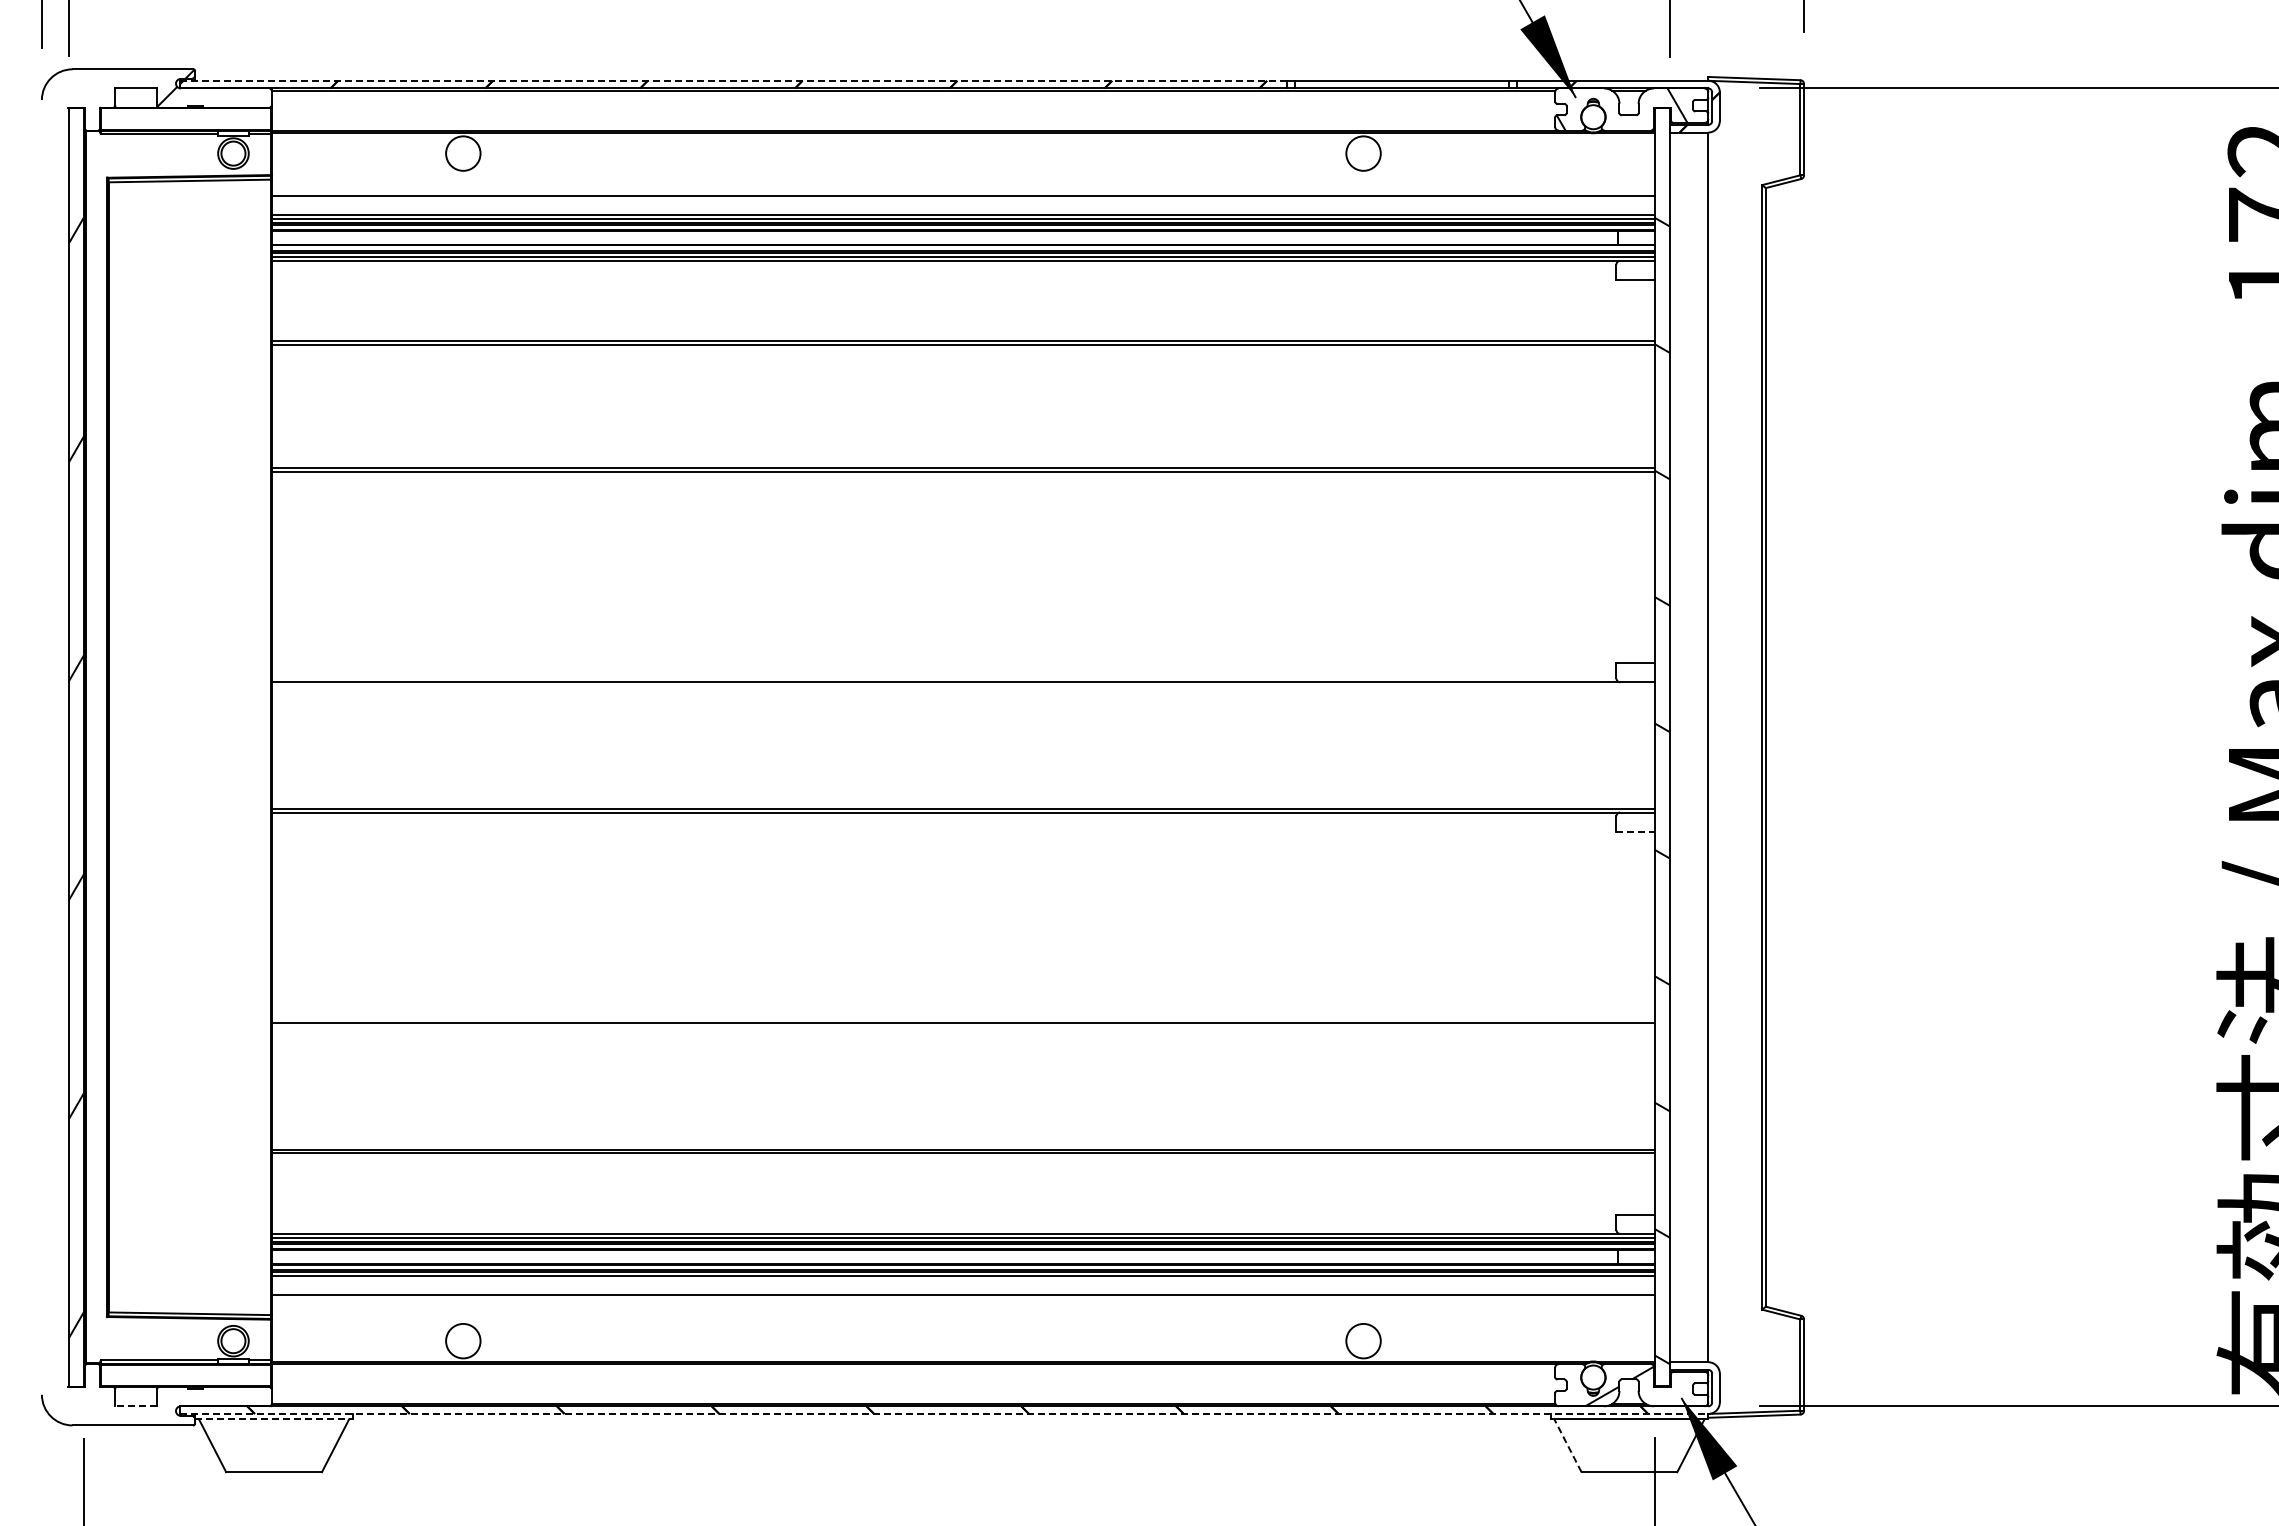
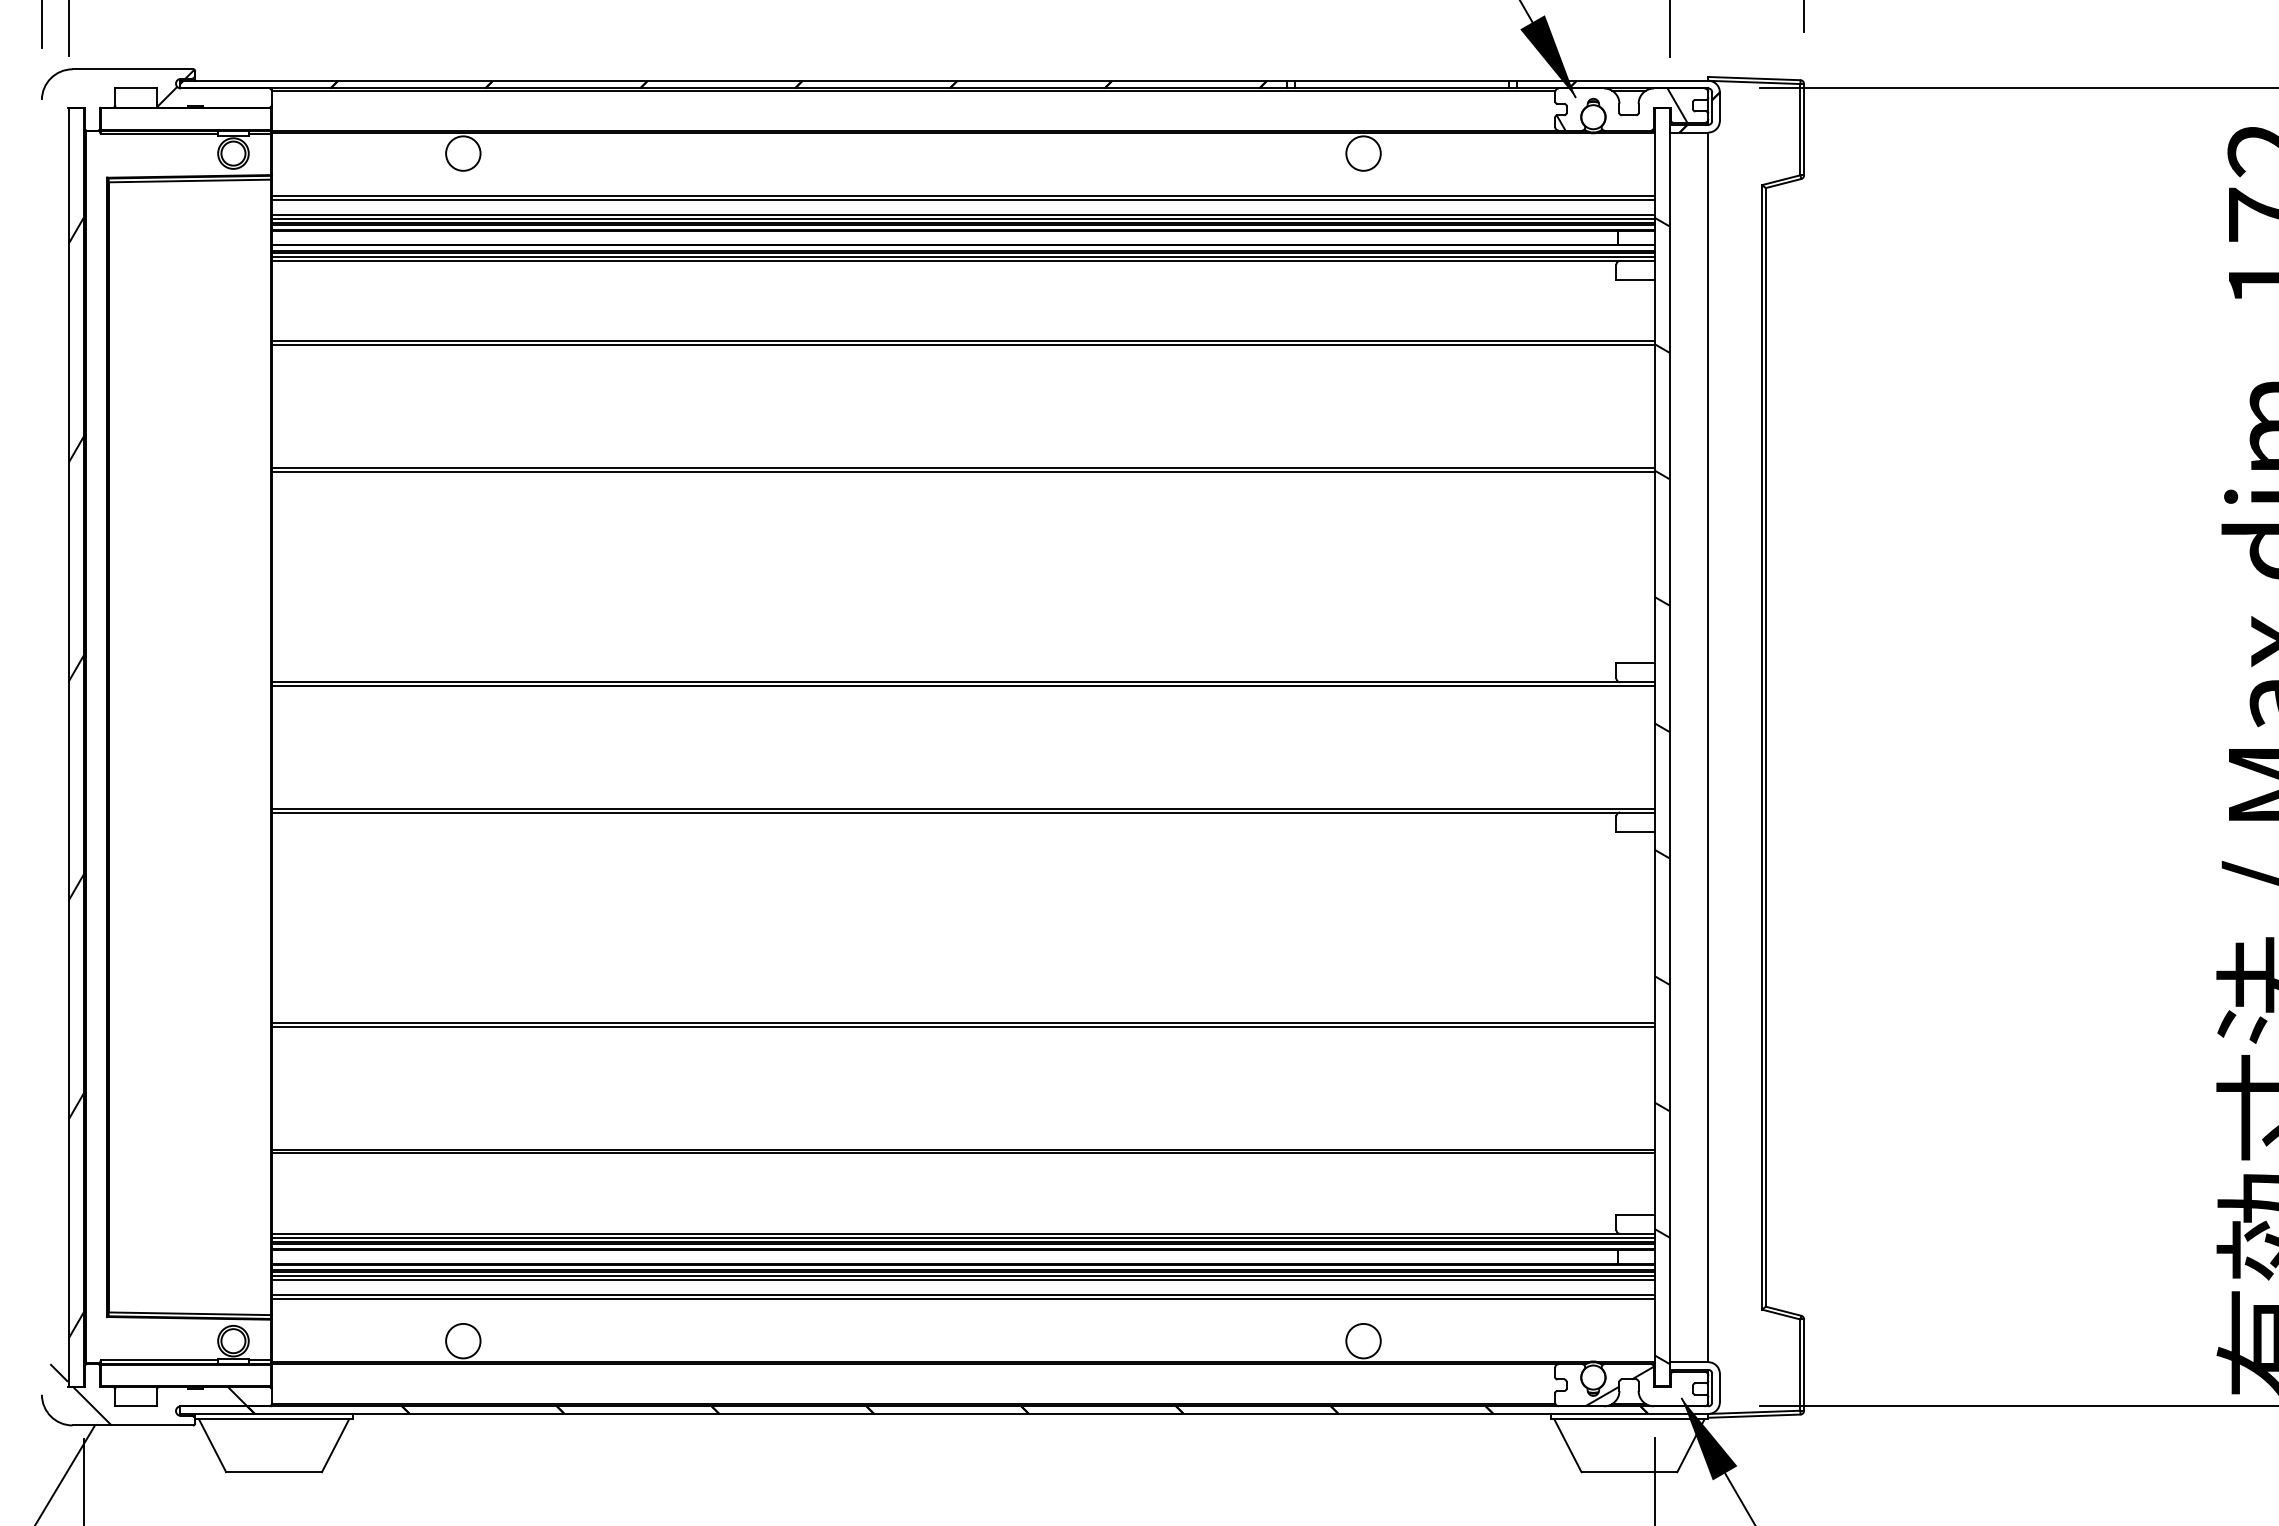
line at (733, 80): dashed -> solid
line at (962, 199): none -> present
line at (962, 686): none -> present
line at (1636, 831): dashed -> solid
line at (962, 1027): none -> present
line at (962, 1279): none -> present
line at (962, 1299): none -> present
hatch at (148, 1394): none -> present
line at (136, 1406): dashed -> solid
line at (944, 1413): dashed -> solid
line at (274, 1419): dashed -> solid
line at (1567, 1445): dashed -> solid
line at (65, 1473): none -> present
